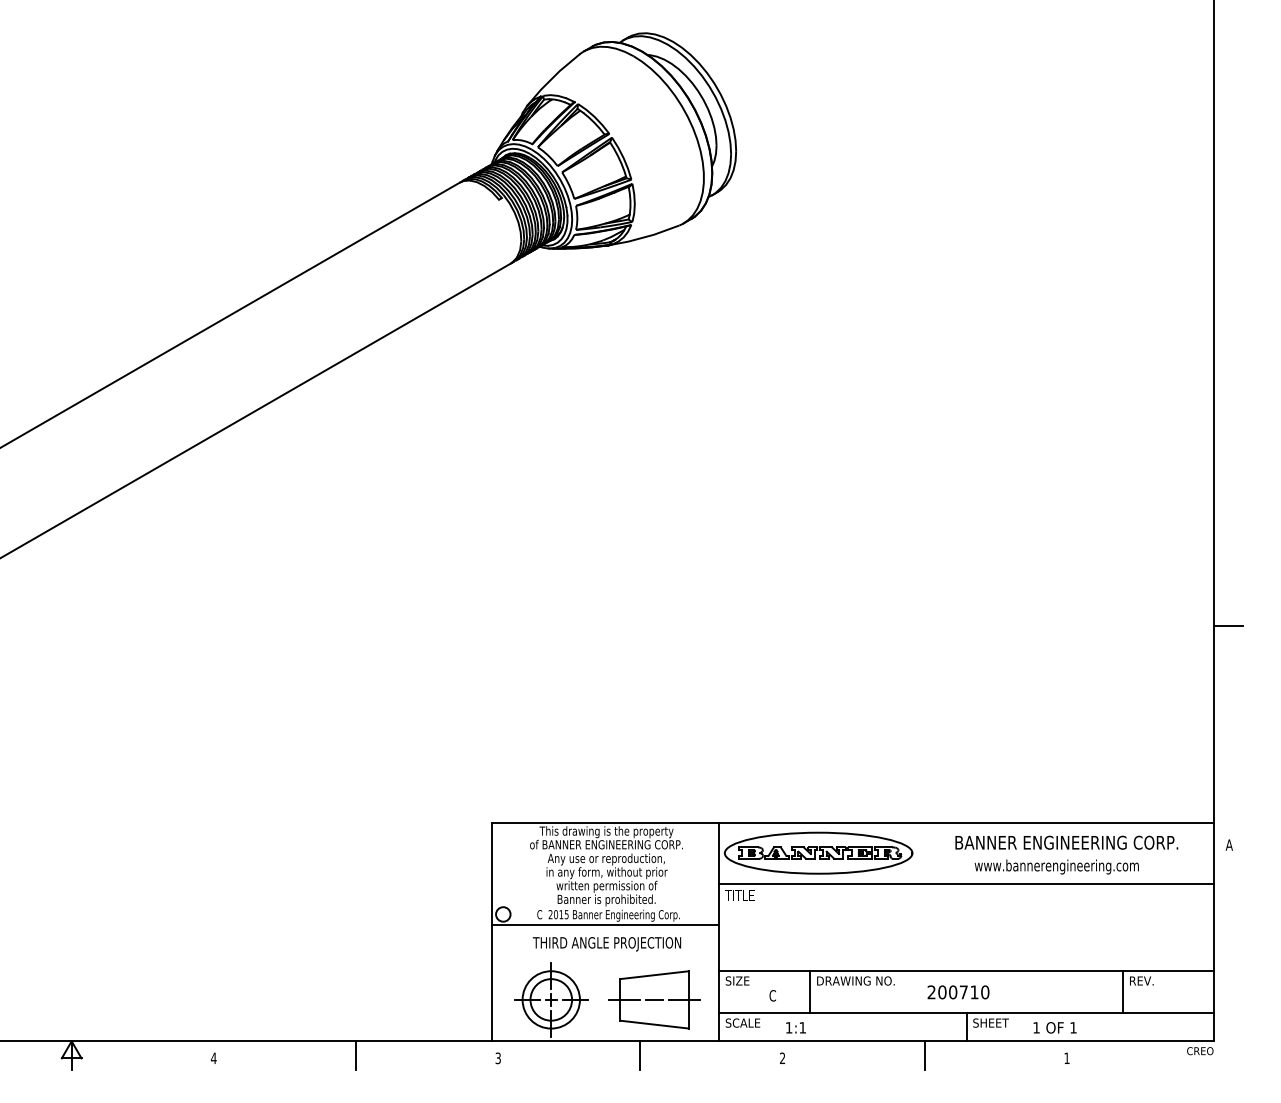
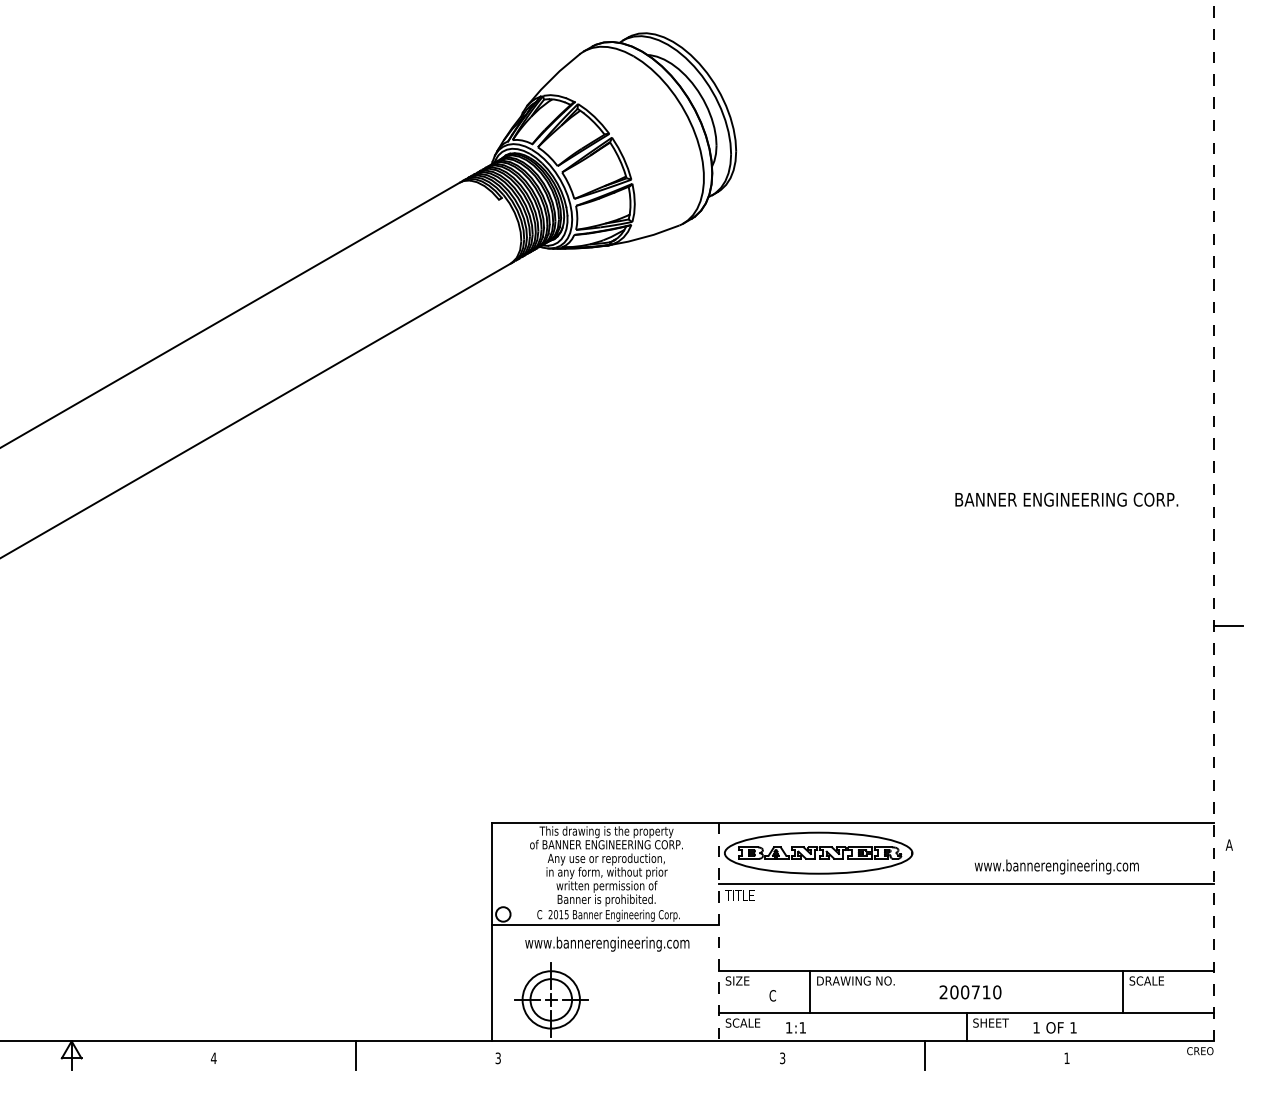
line at (1214, 520): solid -> dashed
text at (1066, 842) position: (1066, 842) -> (1066, 499)
line at (719, 932): solid -> dashed
text at (607, 943): THIRD ANGLE PROJECTION -> www.bannerengineering.com
text at (1146, 980): REV. -> SCALE
text at (958, 992) position: (958, 992) -> (970, 992)
part at (654, 999): present -> none
line at (640, 1055): present -> none
text at (782, 1058): 2 -> 3
